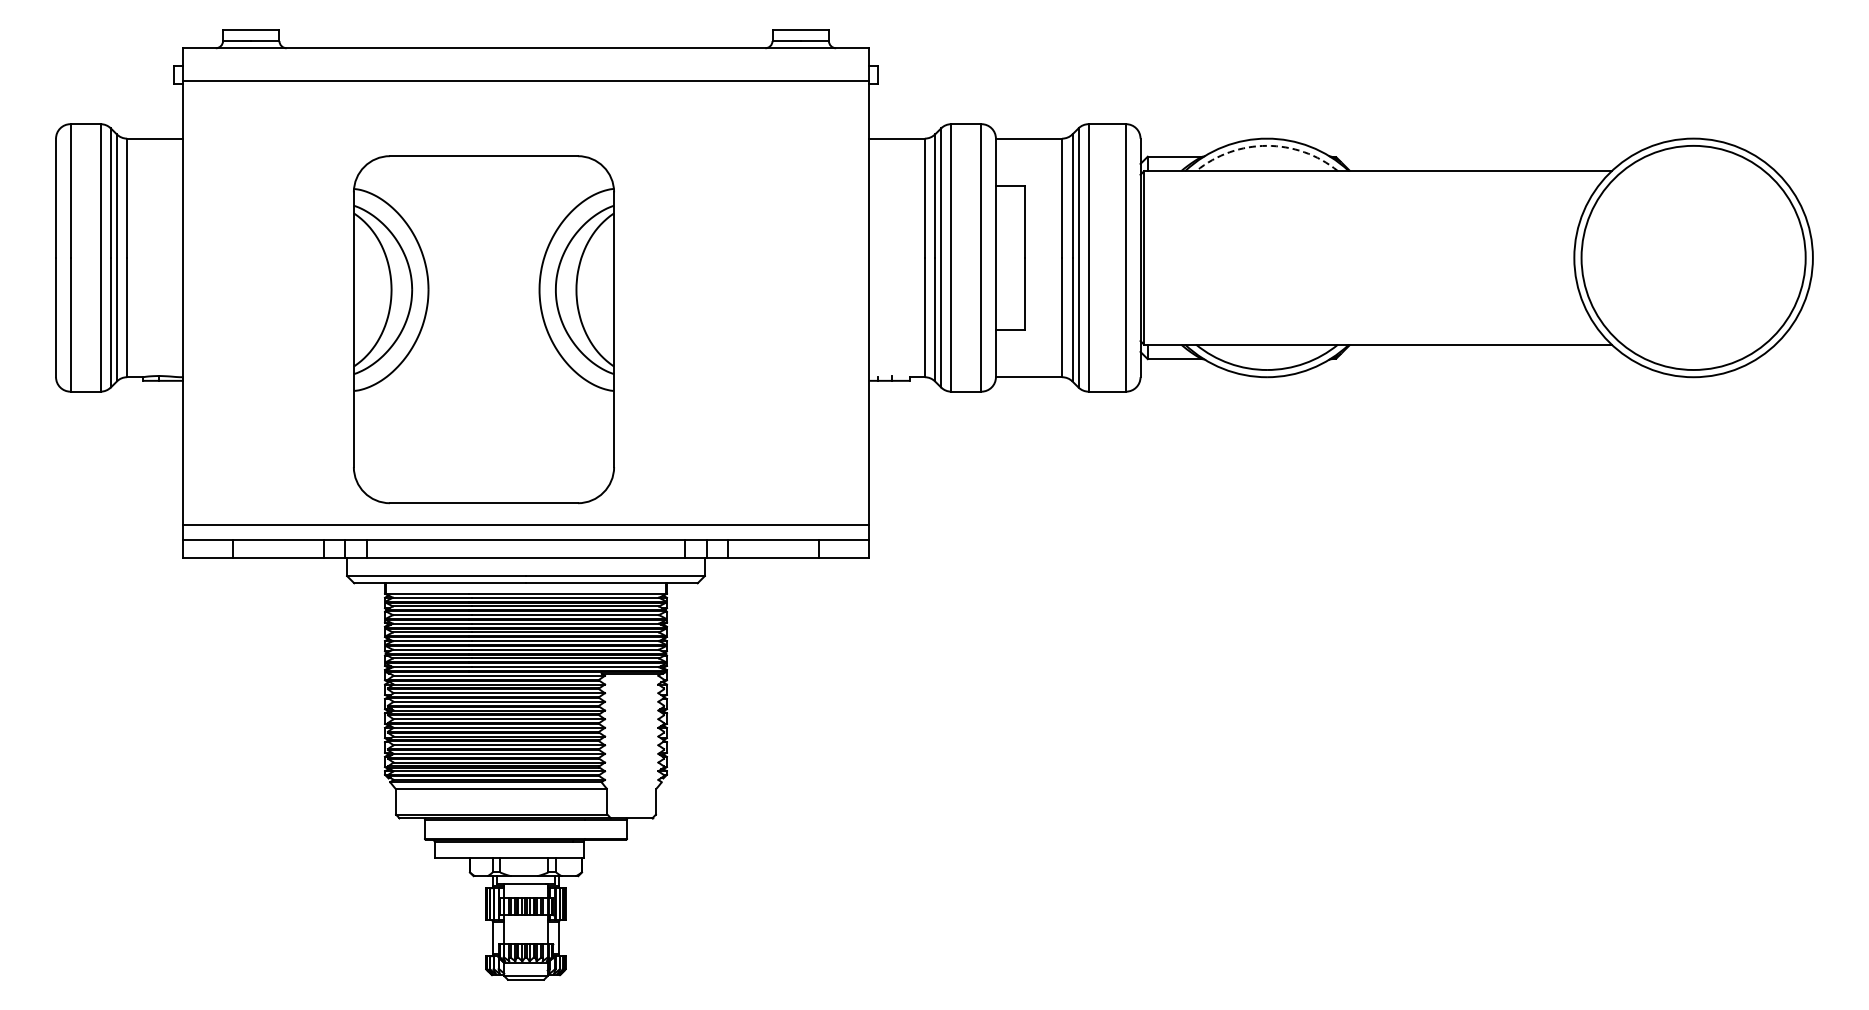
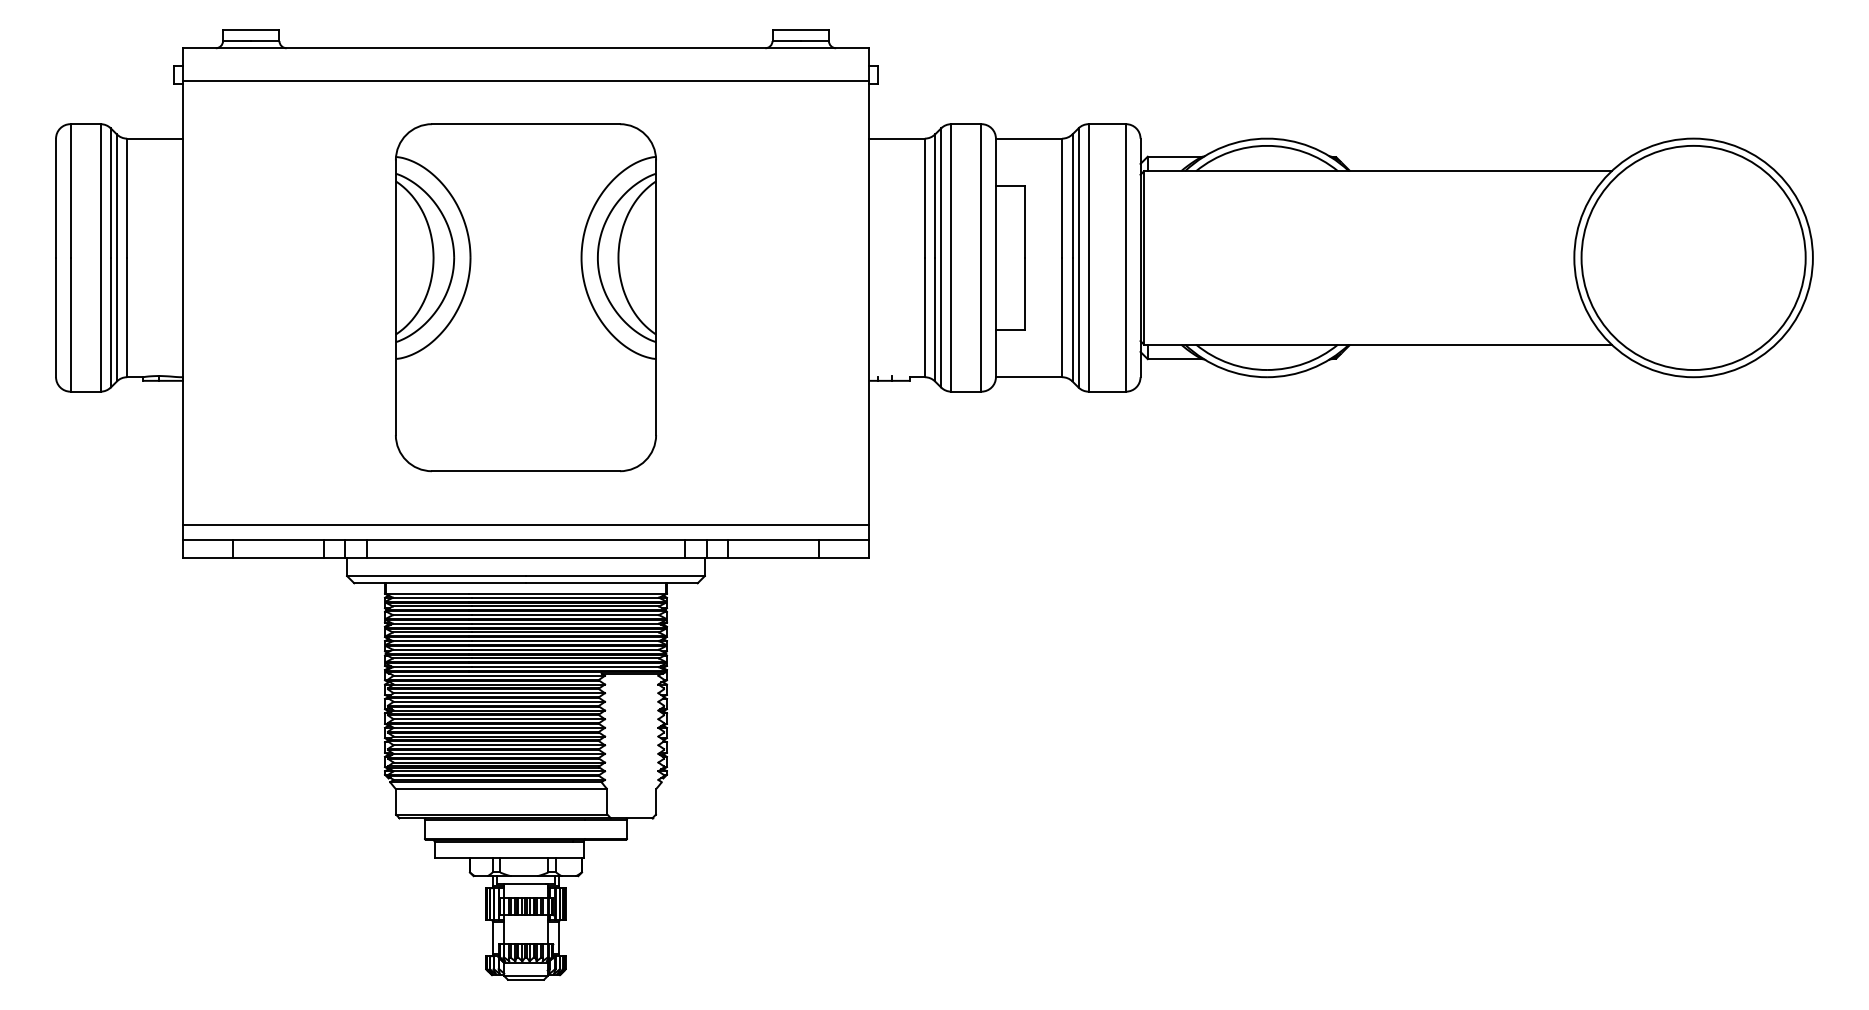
arc at (1267, 145): dashed -> solid
part at (483, 329) position: (483, 329) -> (525, 297)
